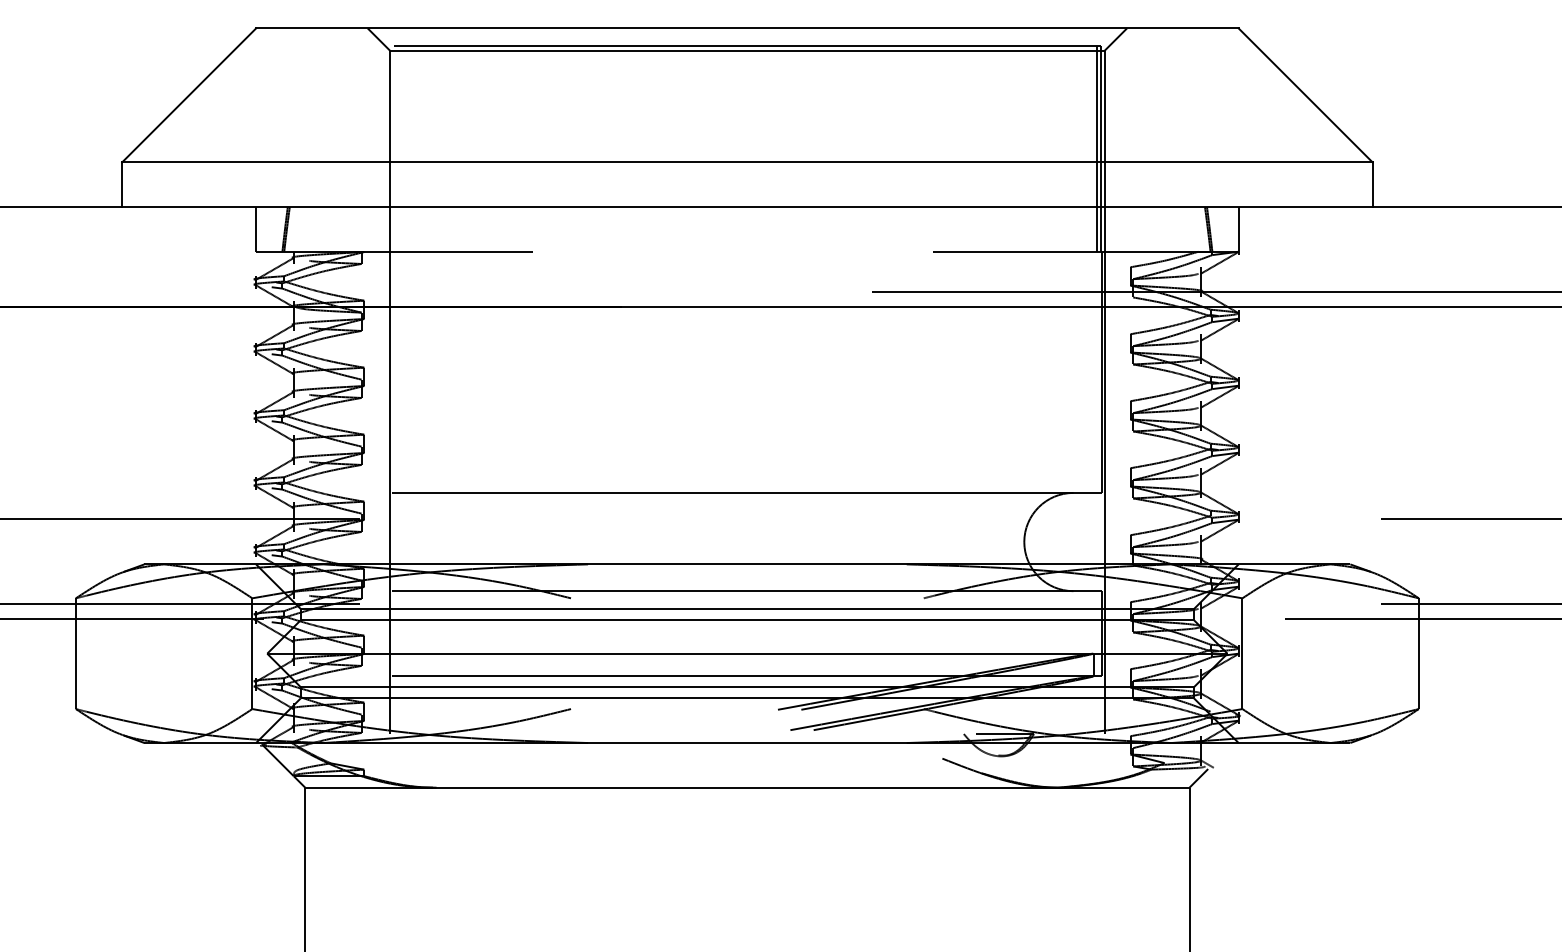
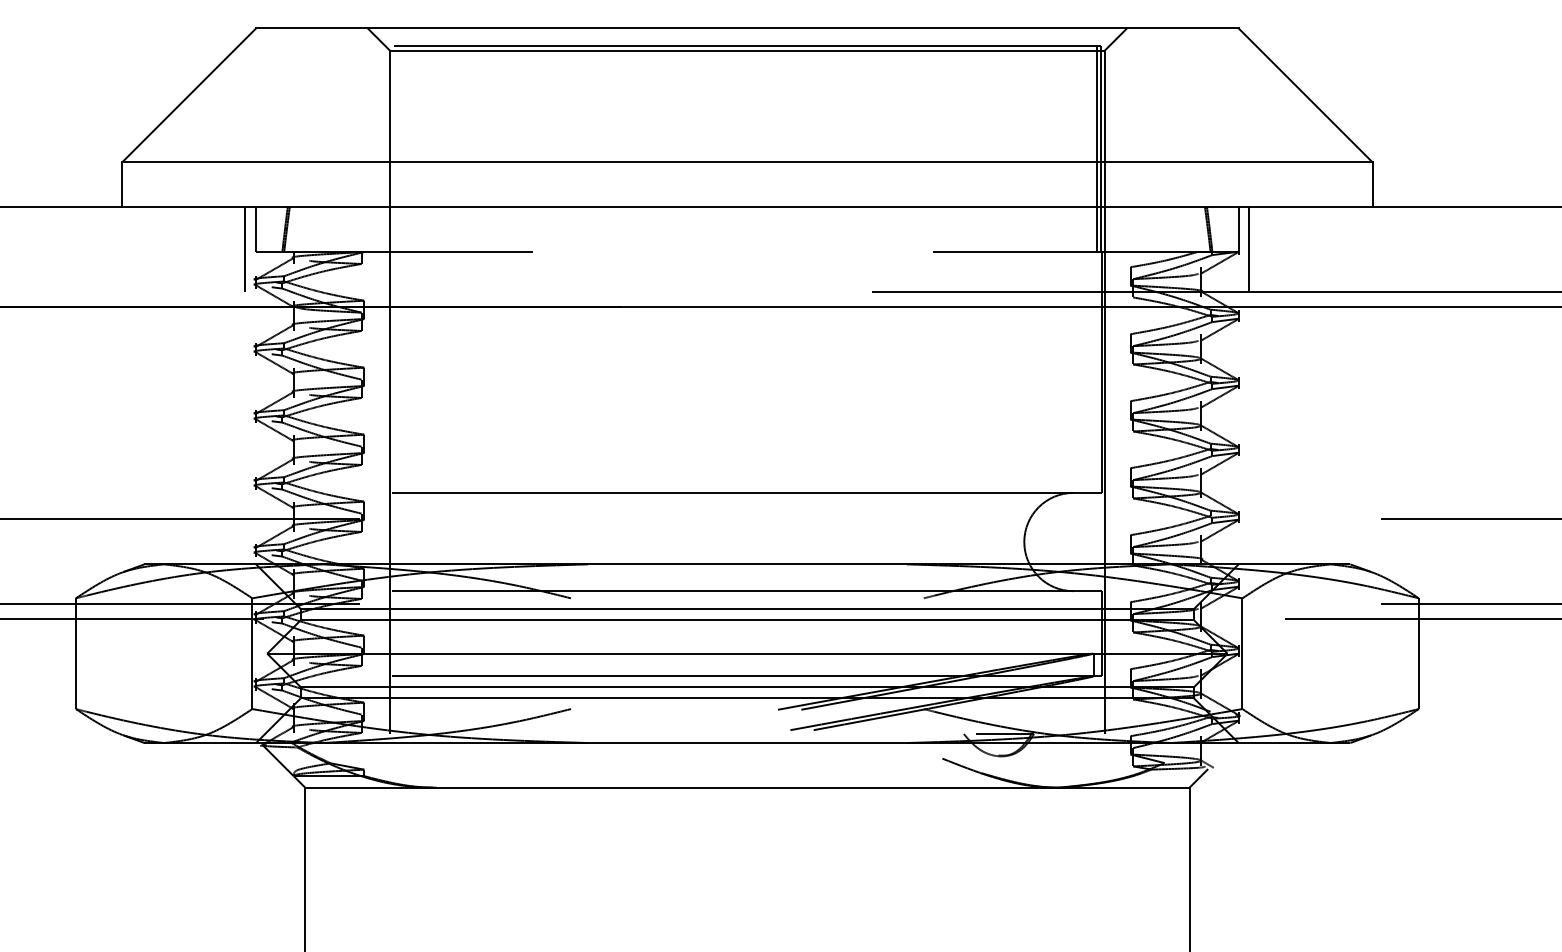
line at (245, 249): none -> present
line at (1249, 249): none -> present
